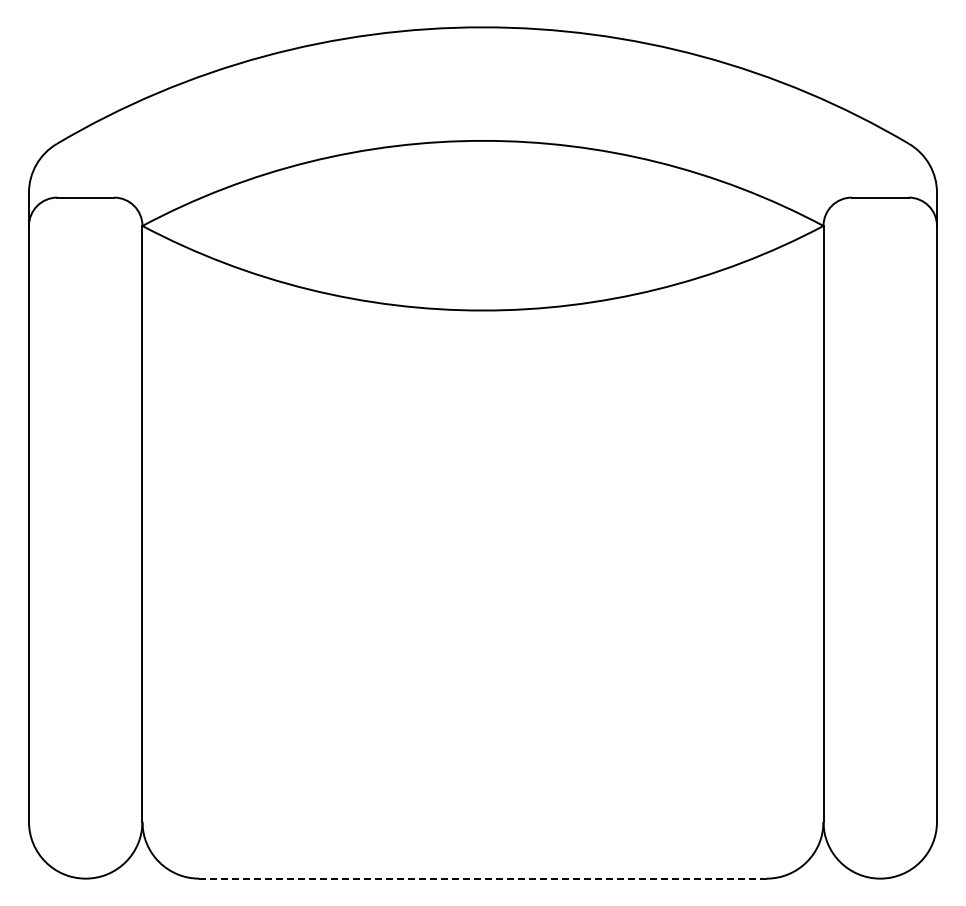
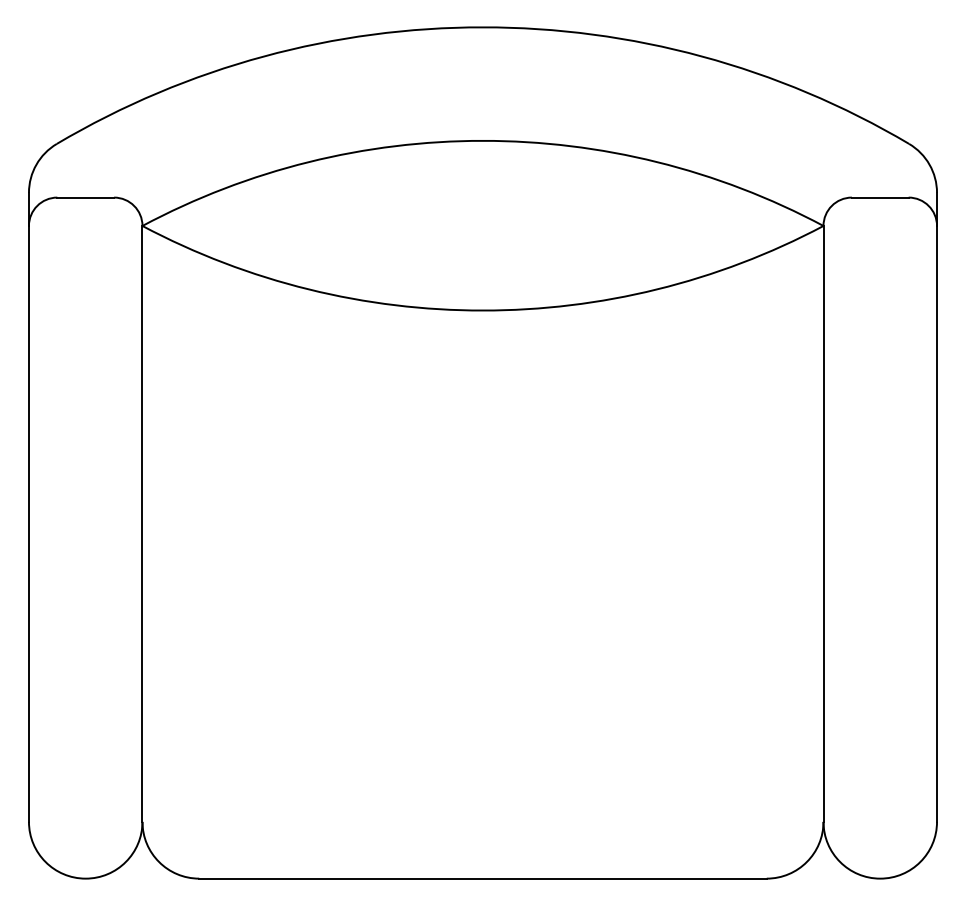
line at (483, 878): dashed -> solid
